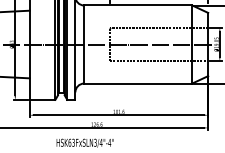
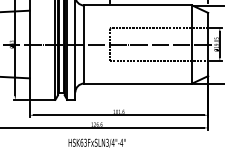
text at (84, 142) position: (84, 142) -> (96, 142)
